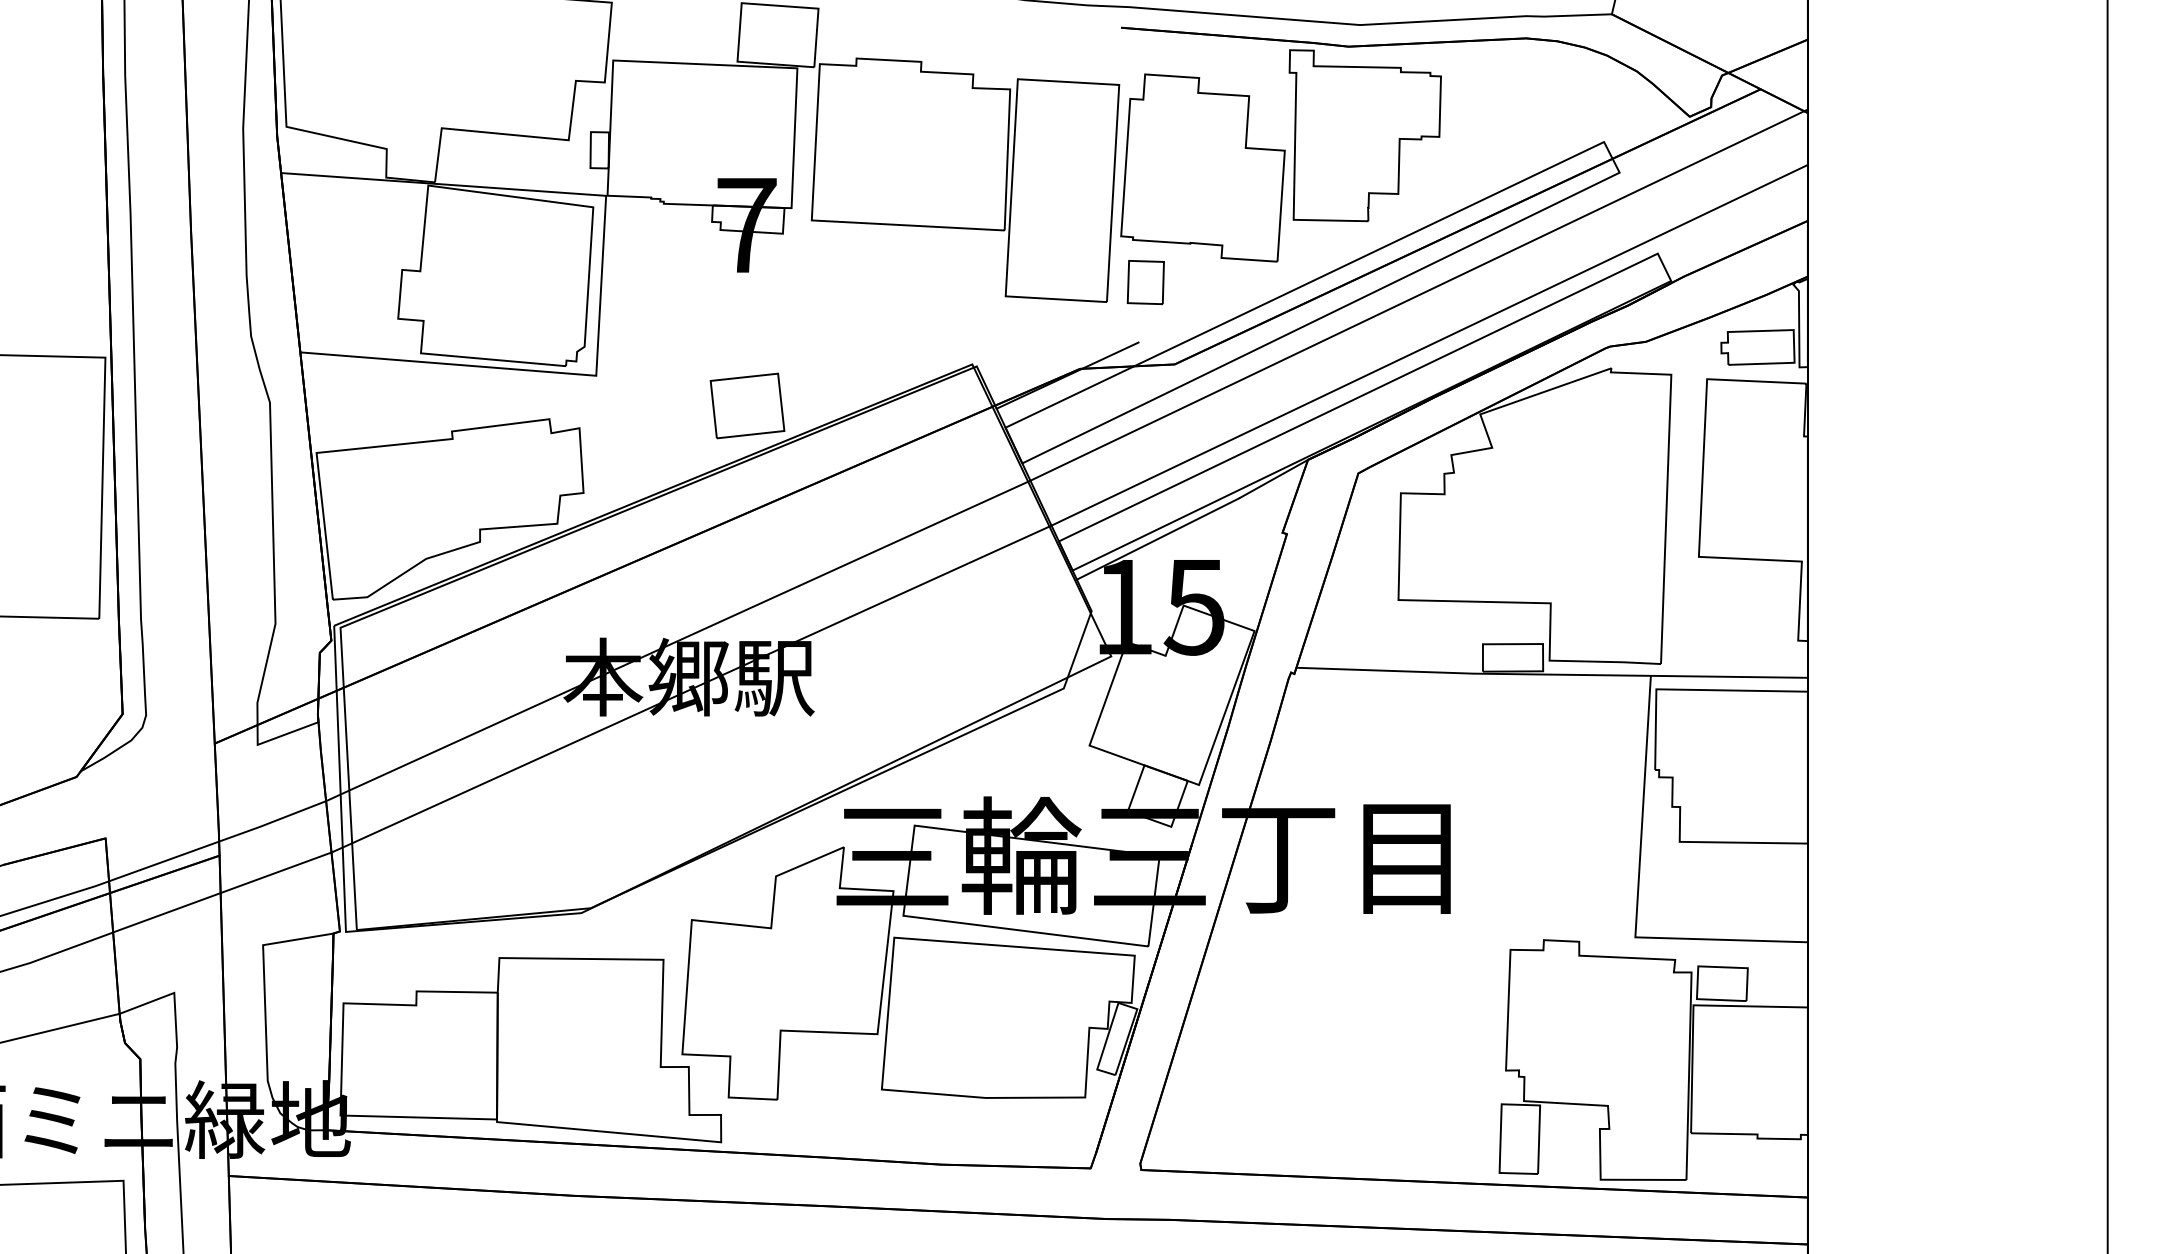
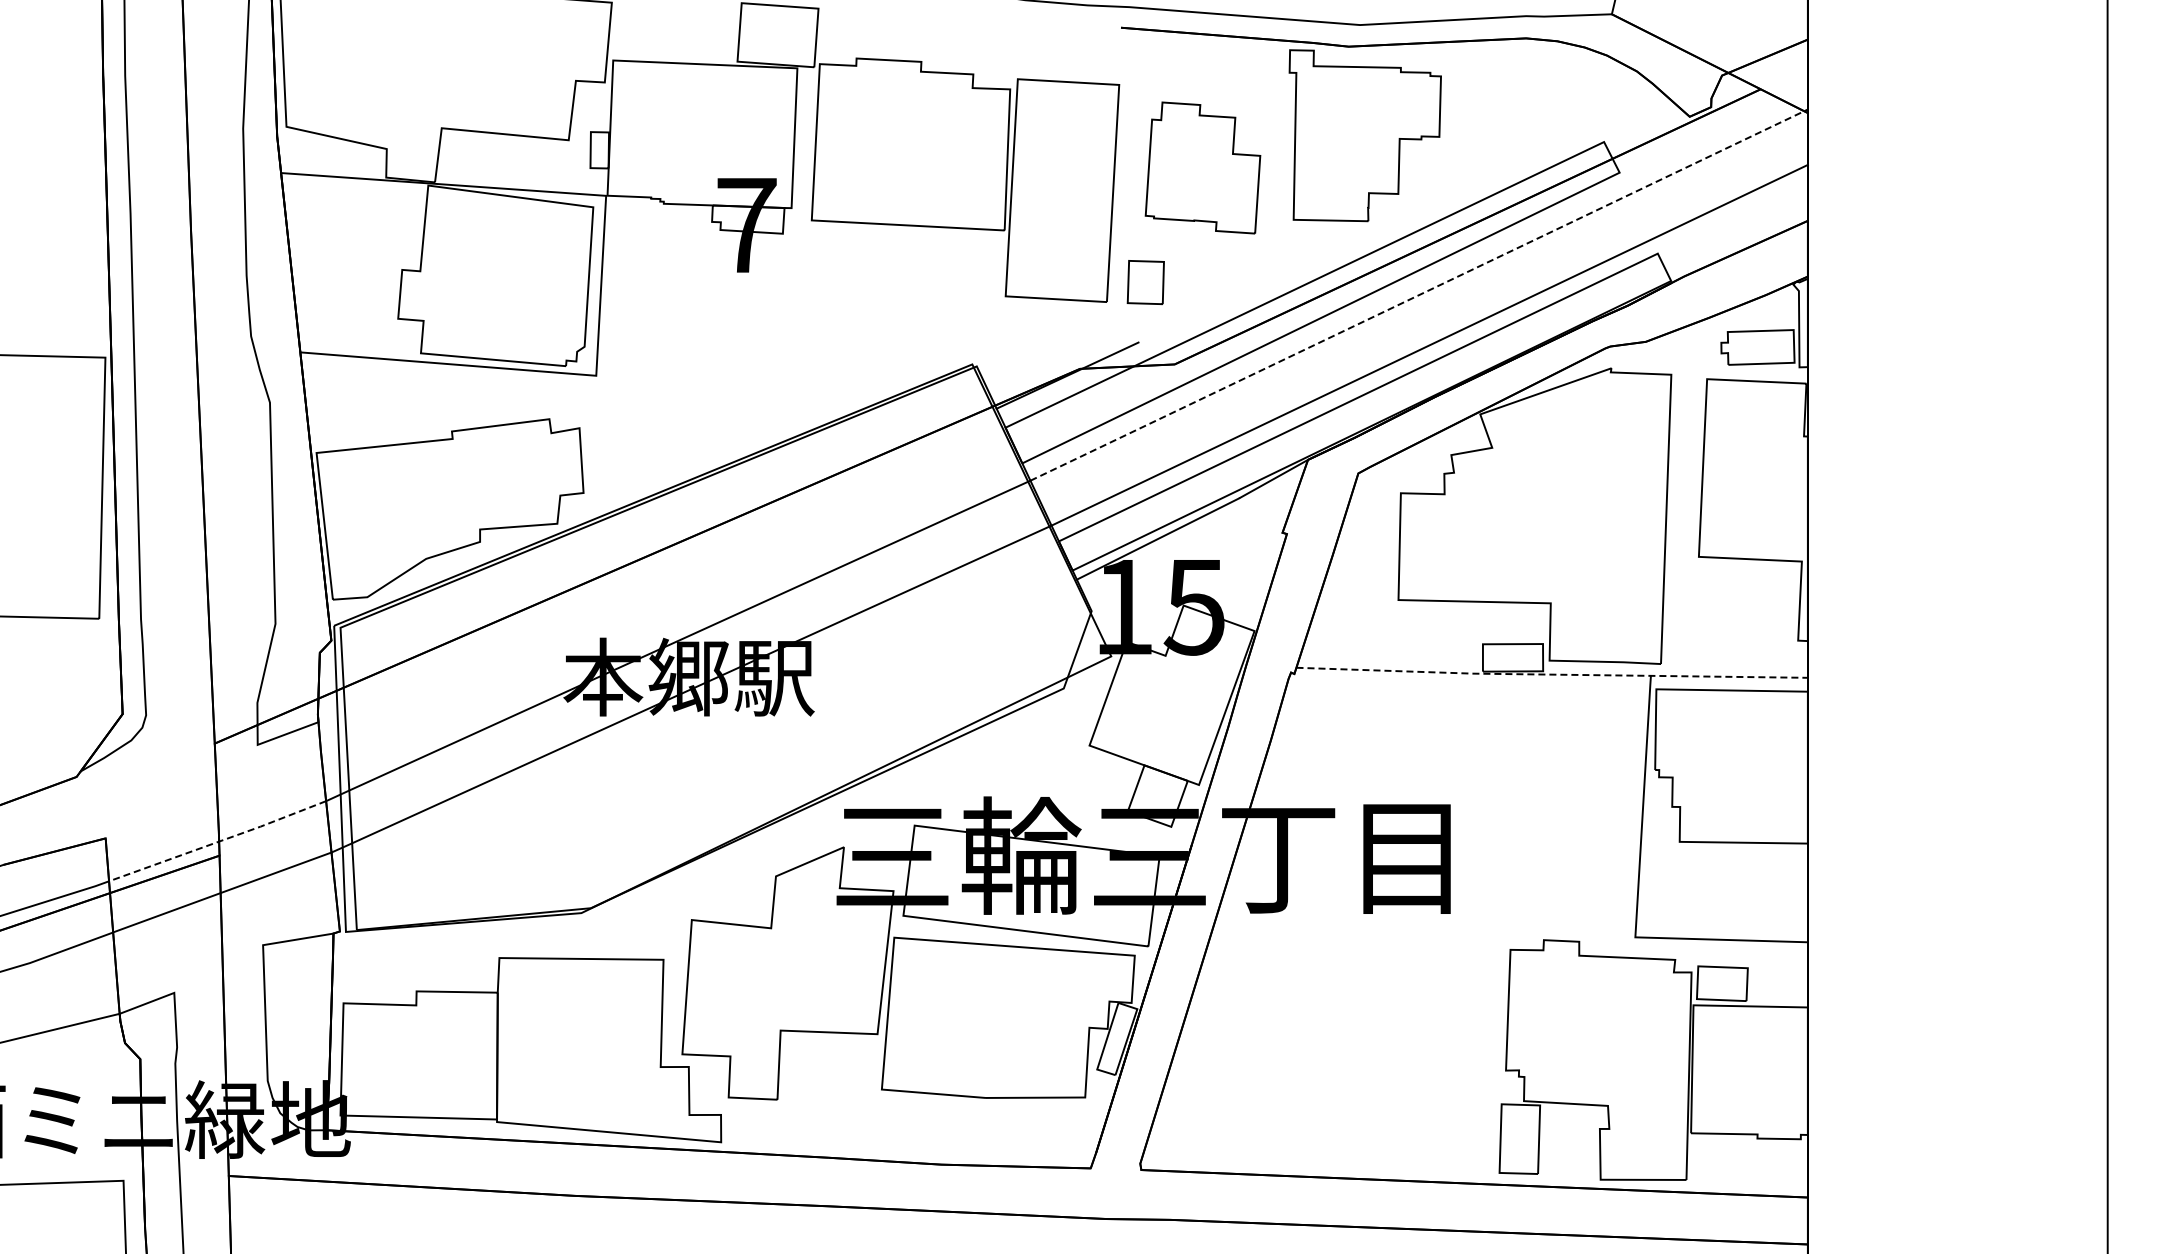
part at (1202, 167) size: 166x190 px -> 118x134 px
line at (1419, 295): solid -> dashed
part at (747, 405): present -> none
line at (1551, 674): solid -> dashed
line at (218, 841): solid -> dashed
